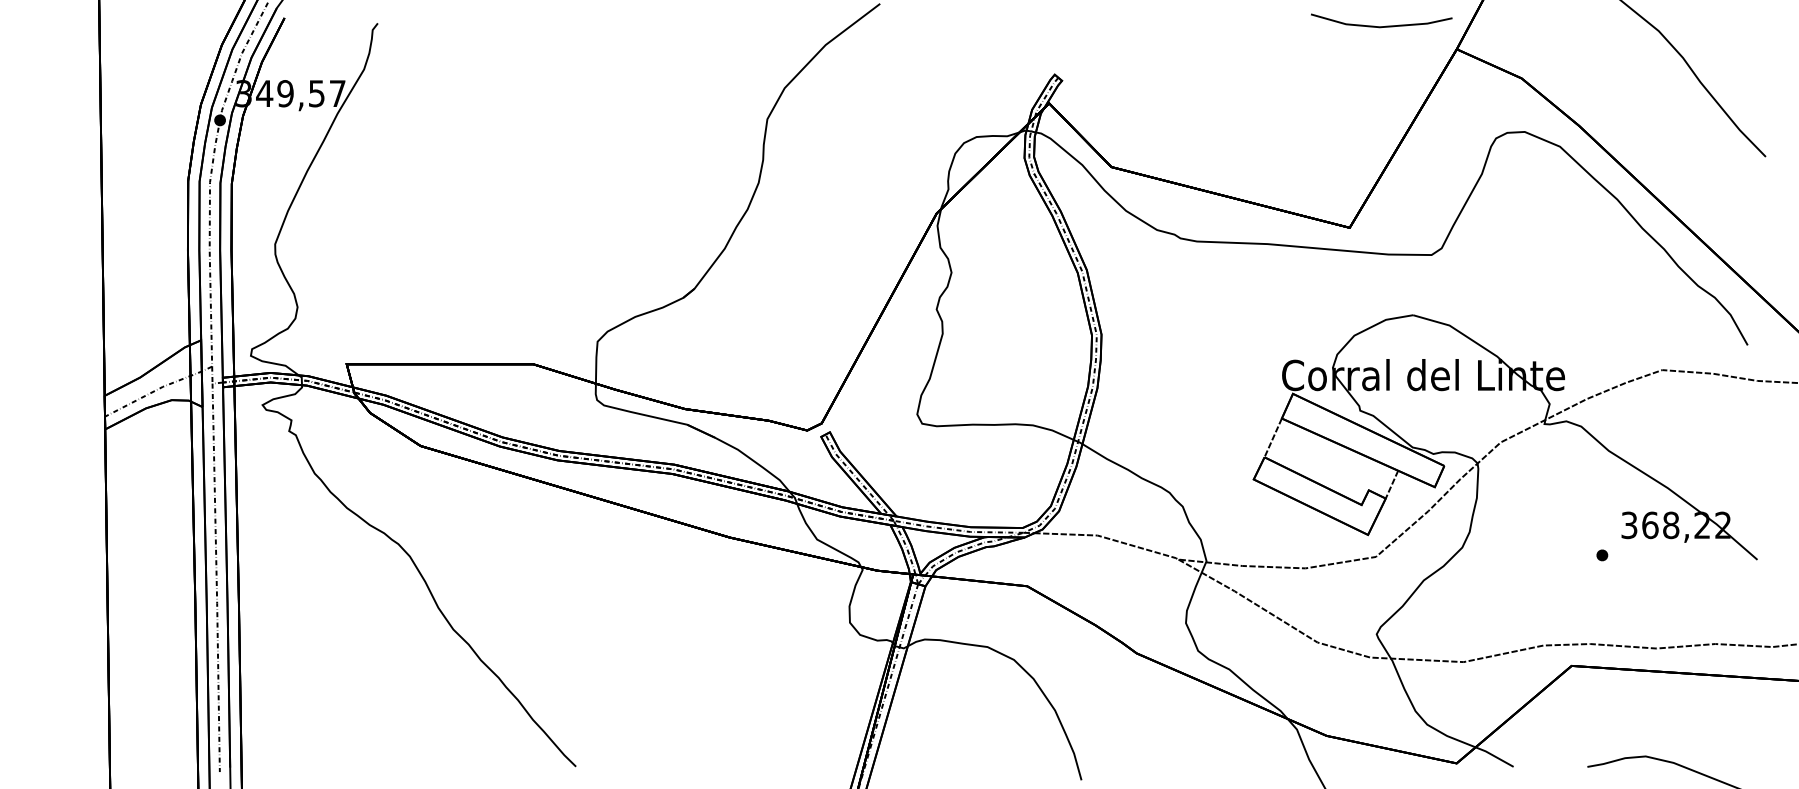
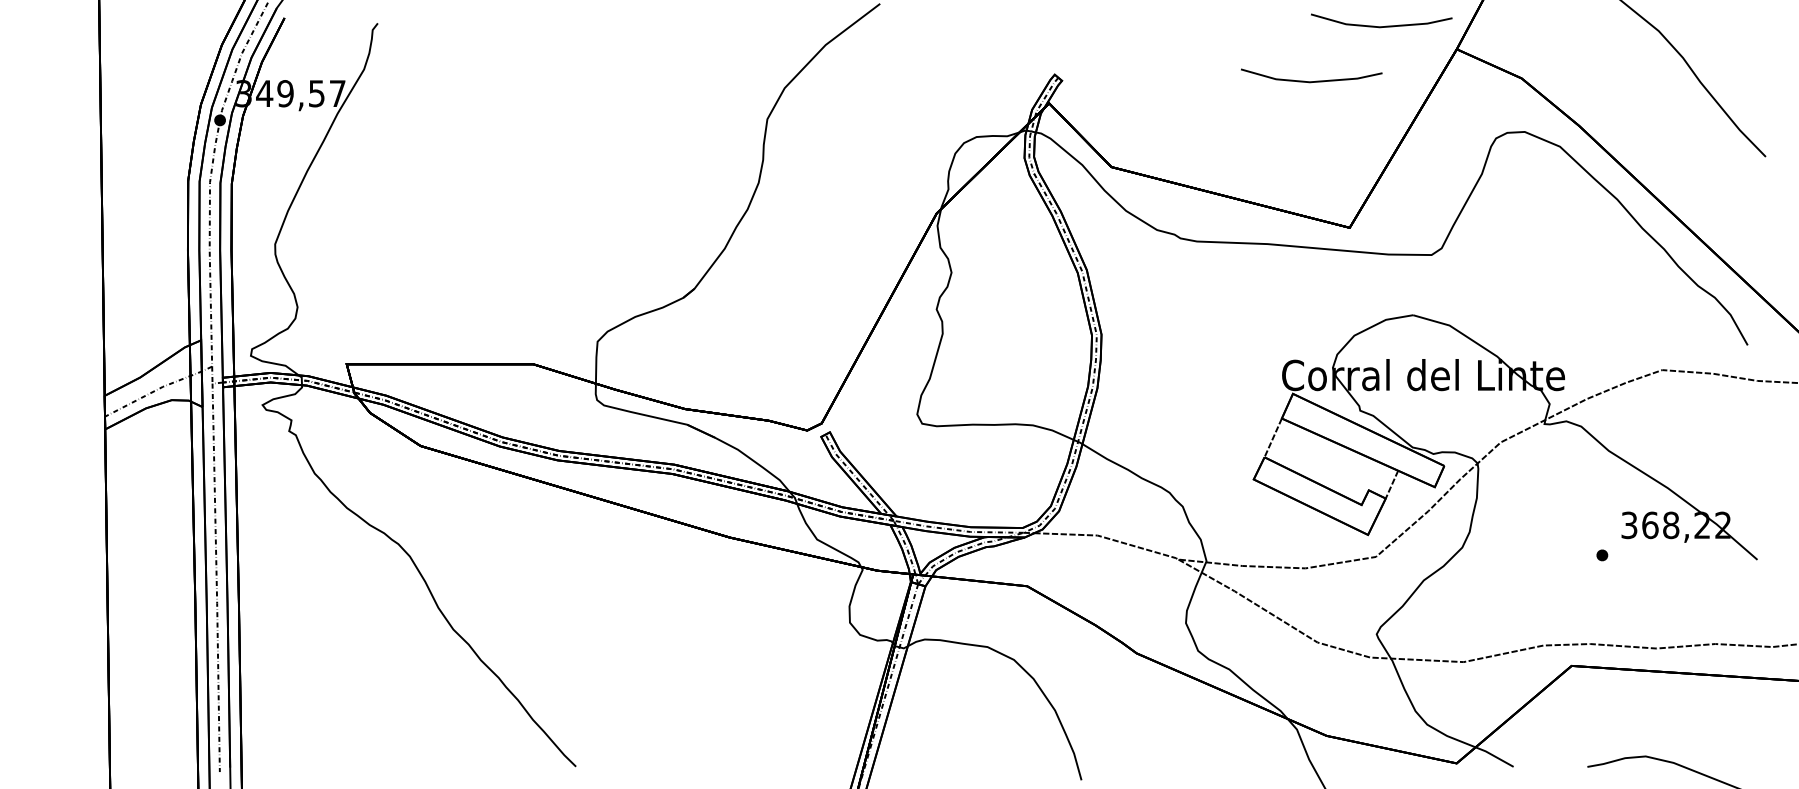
line at (1311, 81): none -> present
